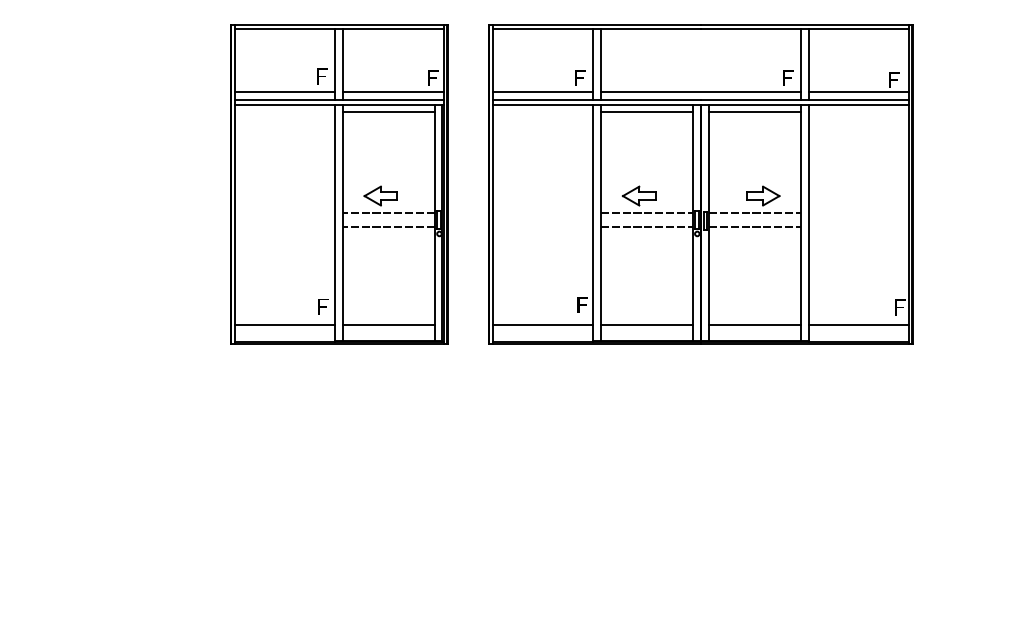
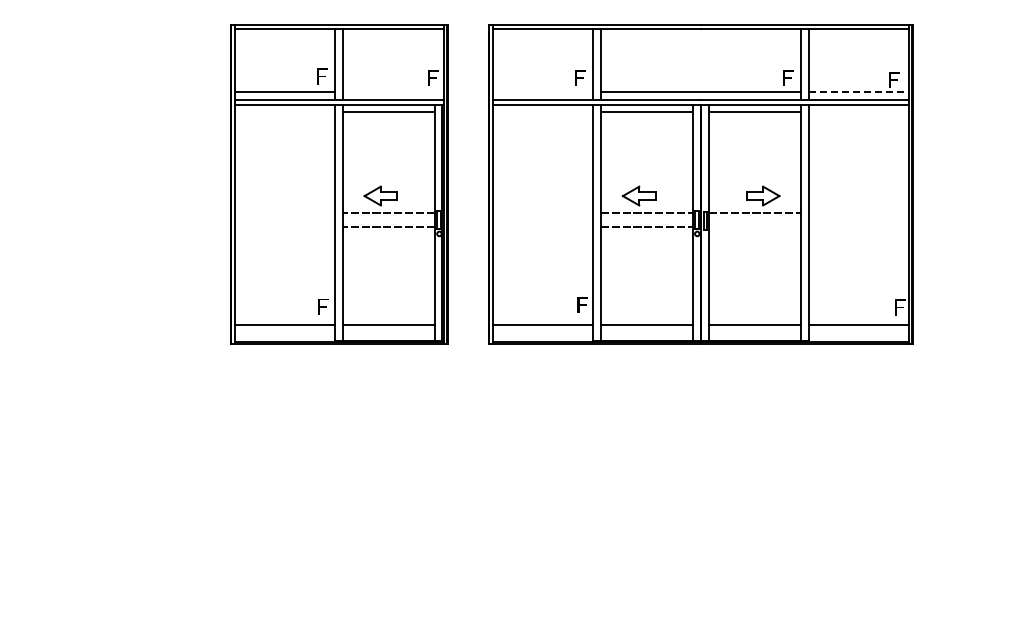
line at (393, 91): present -> none
line at (542, 91): present -> none
line at (859, 91): solid -> dashed
line at (754, 226): present -> none
